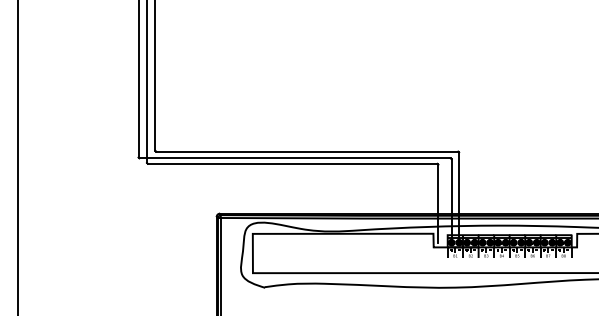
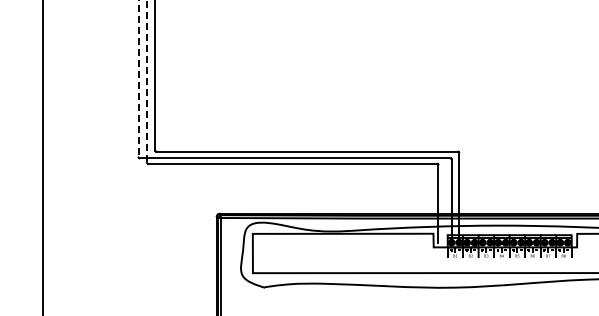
line at (138, 79): solid -> dashed
line at (146, 82): solid -> dashed
line at (17, 157) position: (17, 157) -> (42, 157)
